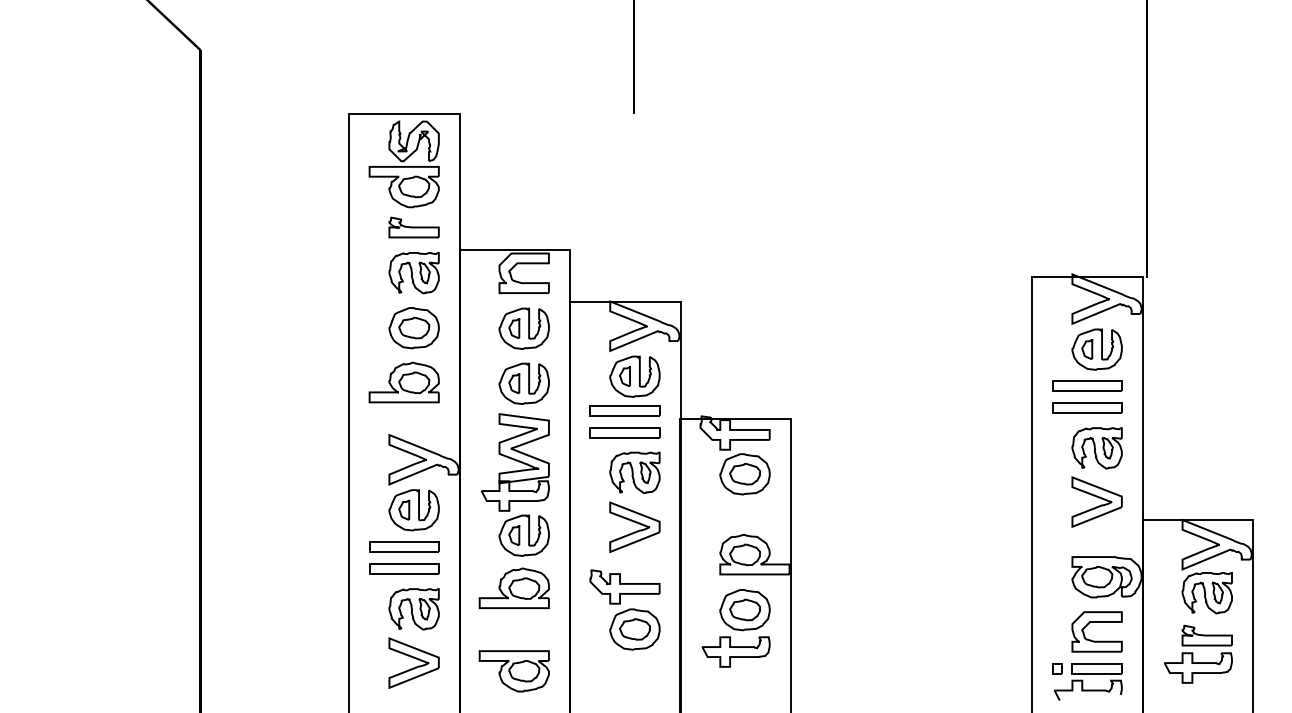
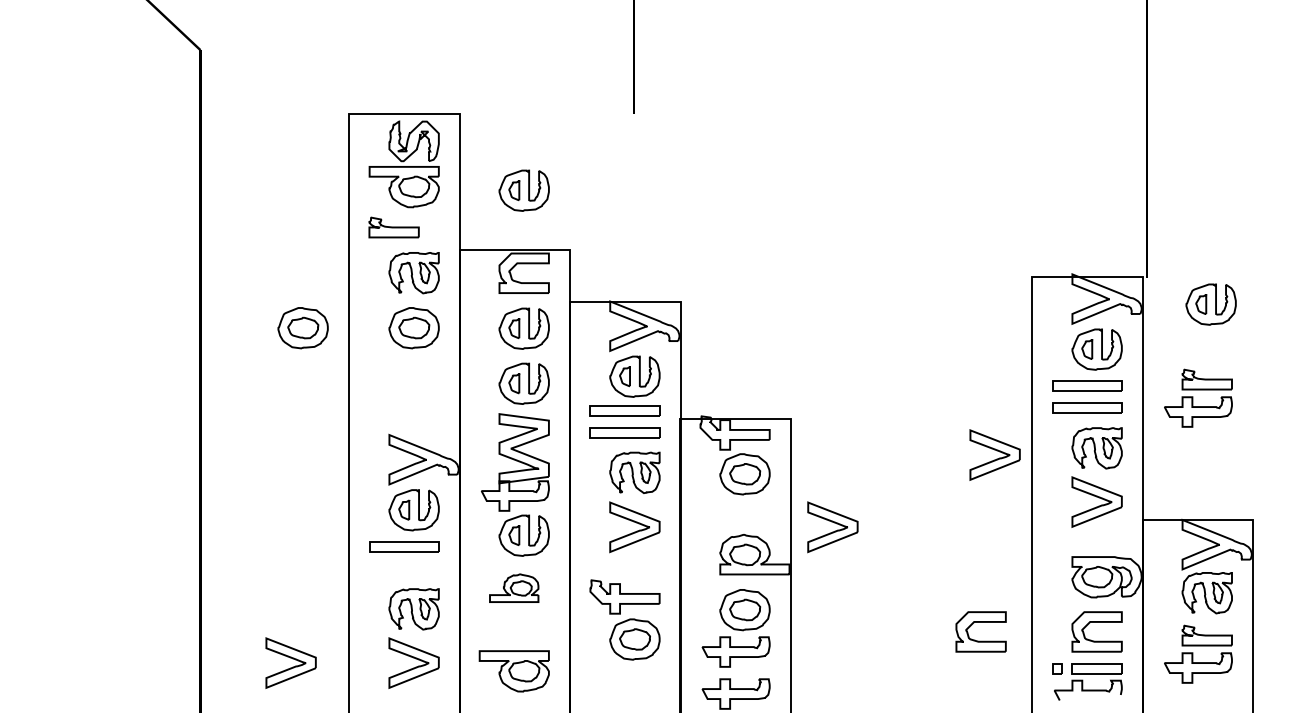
part at (523, 190): none -> present
part at (413, 227) position: (413, 227) -> (393, 227)
part at (1210, 304): none -> present
part at (302, 328): none -> present
part at (403, 382): present -> none
part at (1198, 397): none -> present
part at (994, 454): none -> present
part at (832, 527): none -> present
part at (404, 568): present -> none
part at (513, 587) size: 72x42 px -> 51x30 px
part at (624, 609) position: (624, 609) -> (624, 619)
part at (980, 622): none -> present
part at (290, 662): none -> present
part at (735, 693): none -> present
